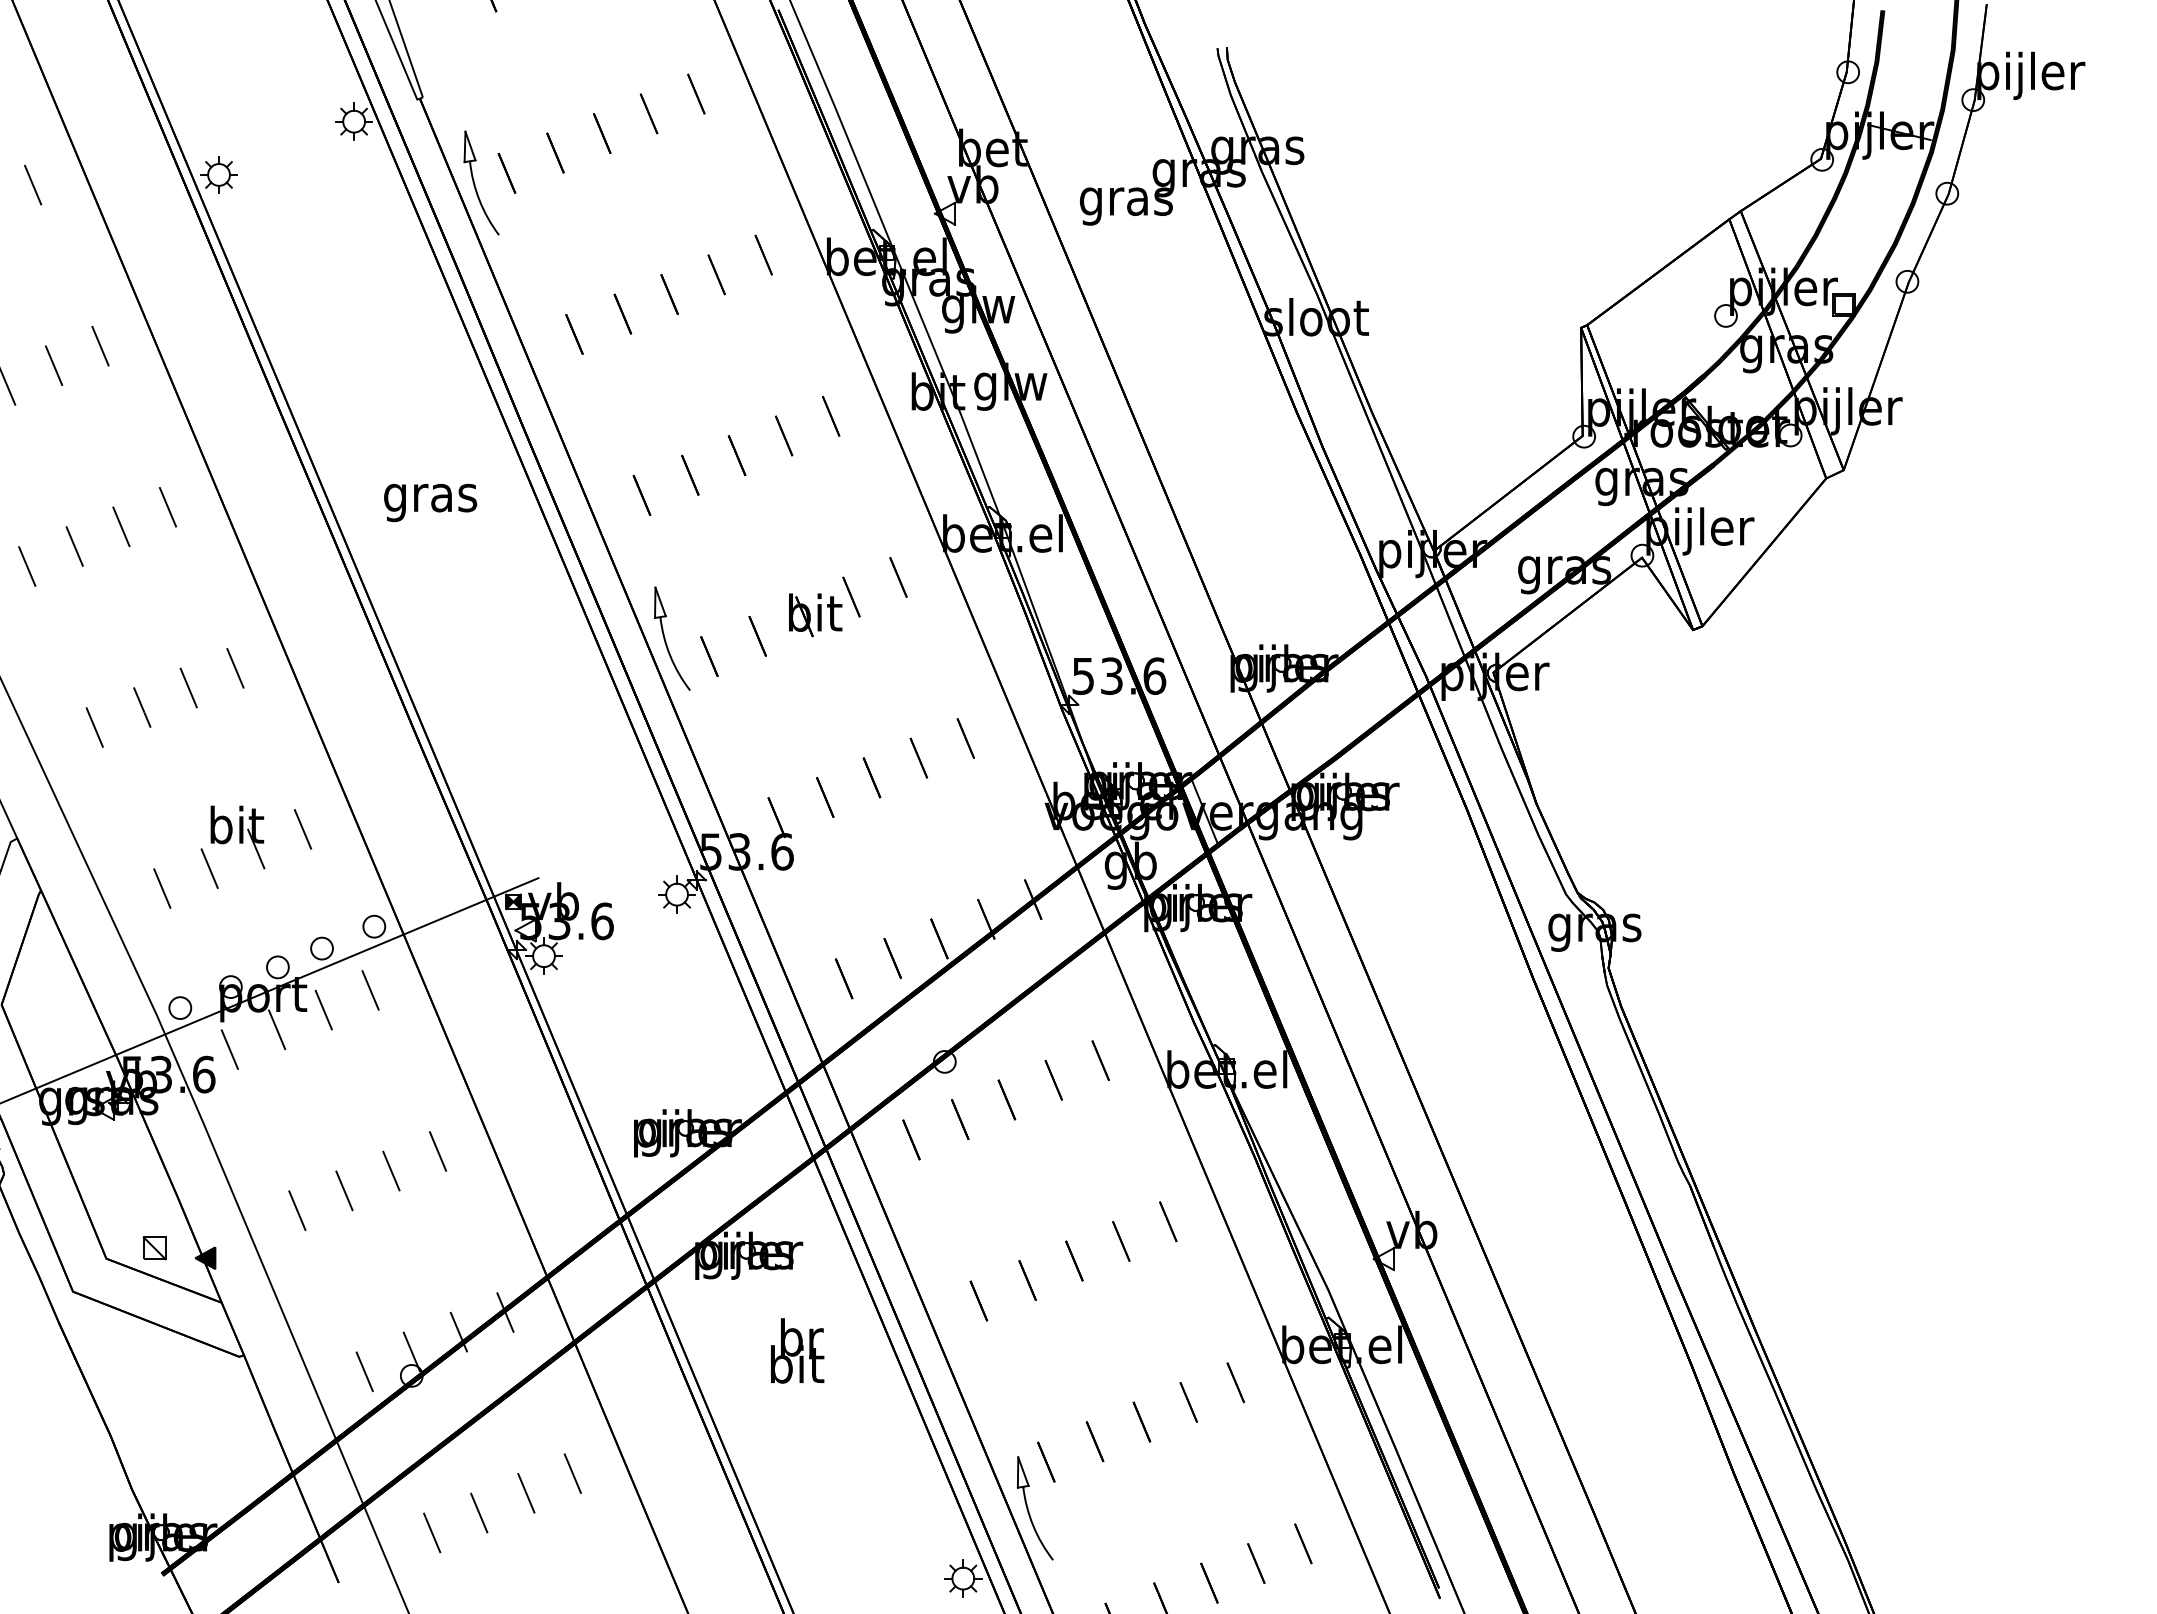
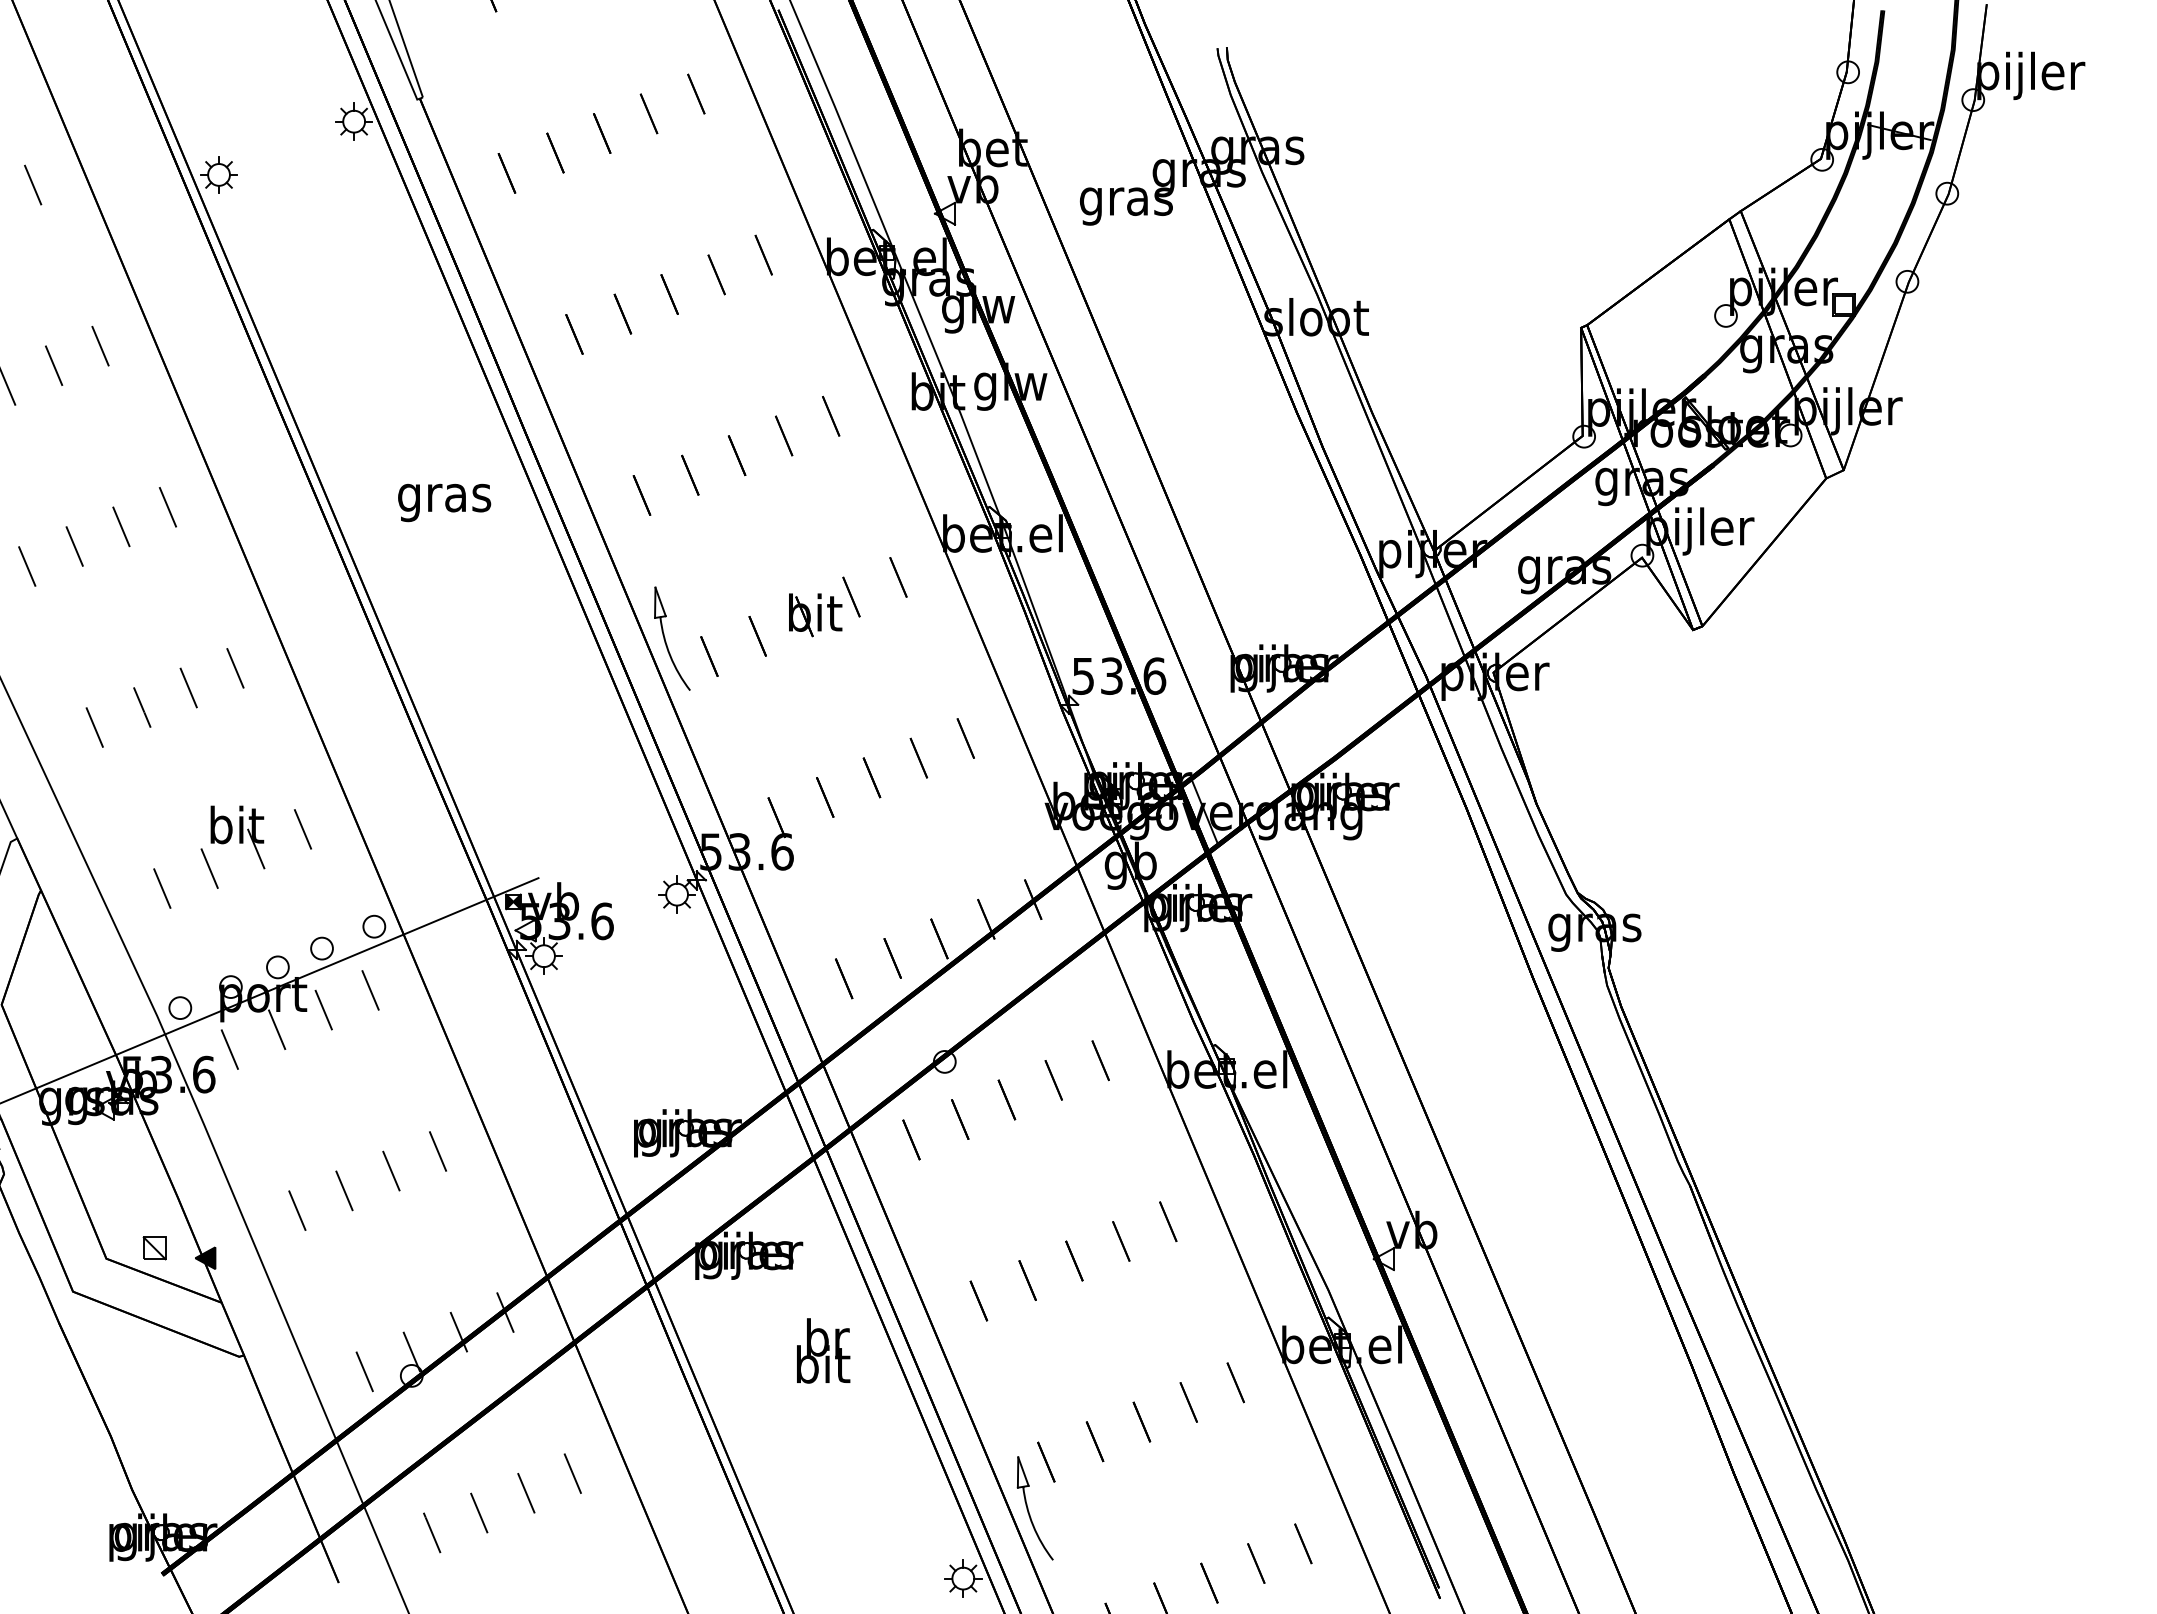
part at (475, 184): present -> none
text at (430, 502) position: (430, 502) -> (444, 502)
text at (797, 1350) position: (797, 1350) -> (823, 1350)
